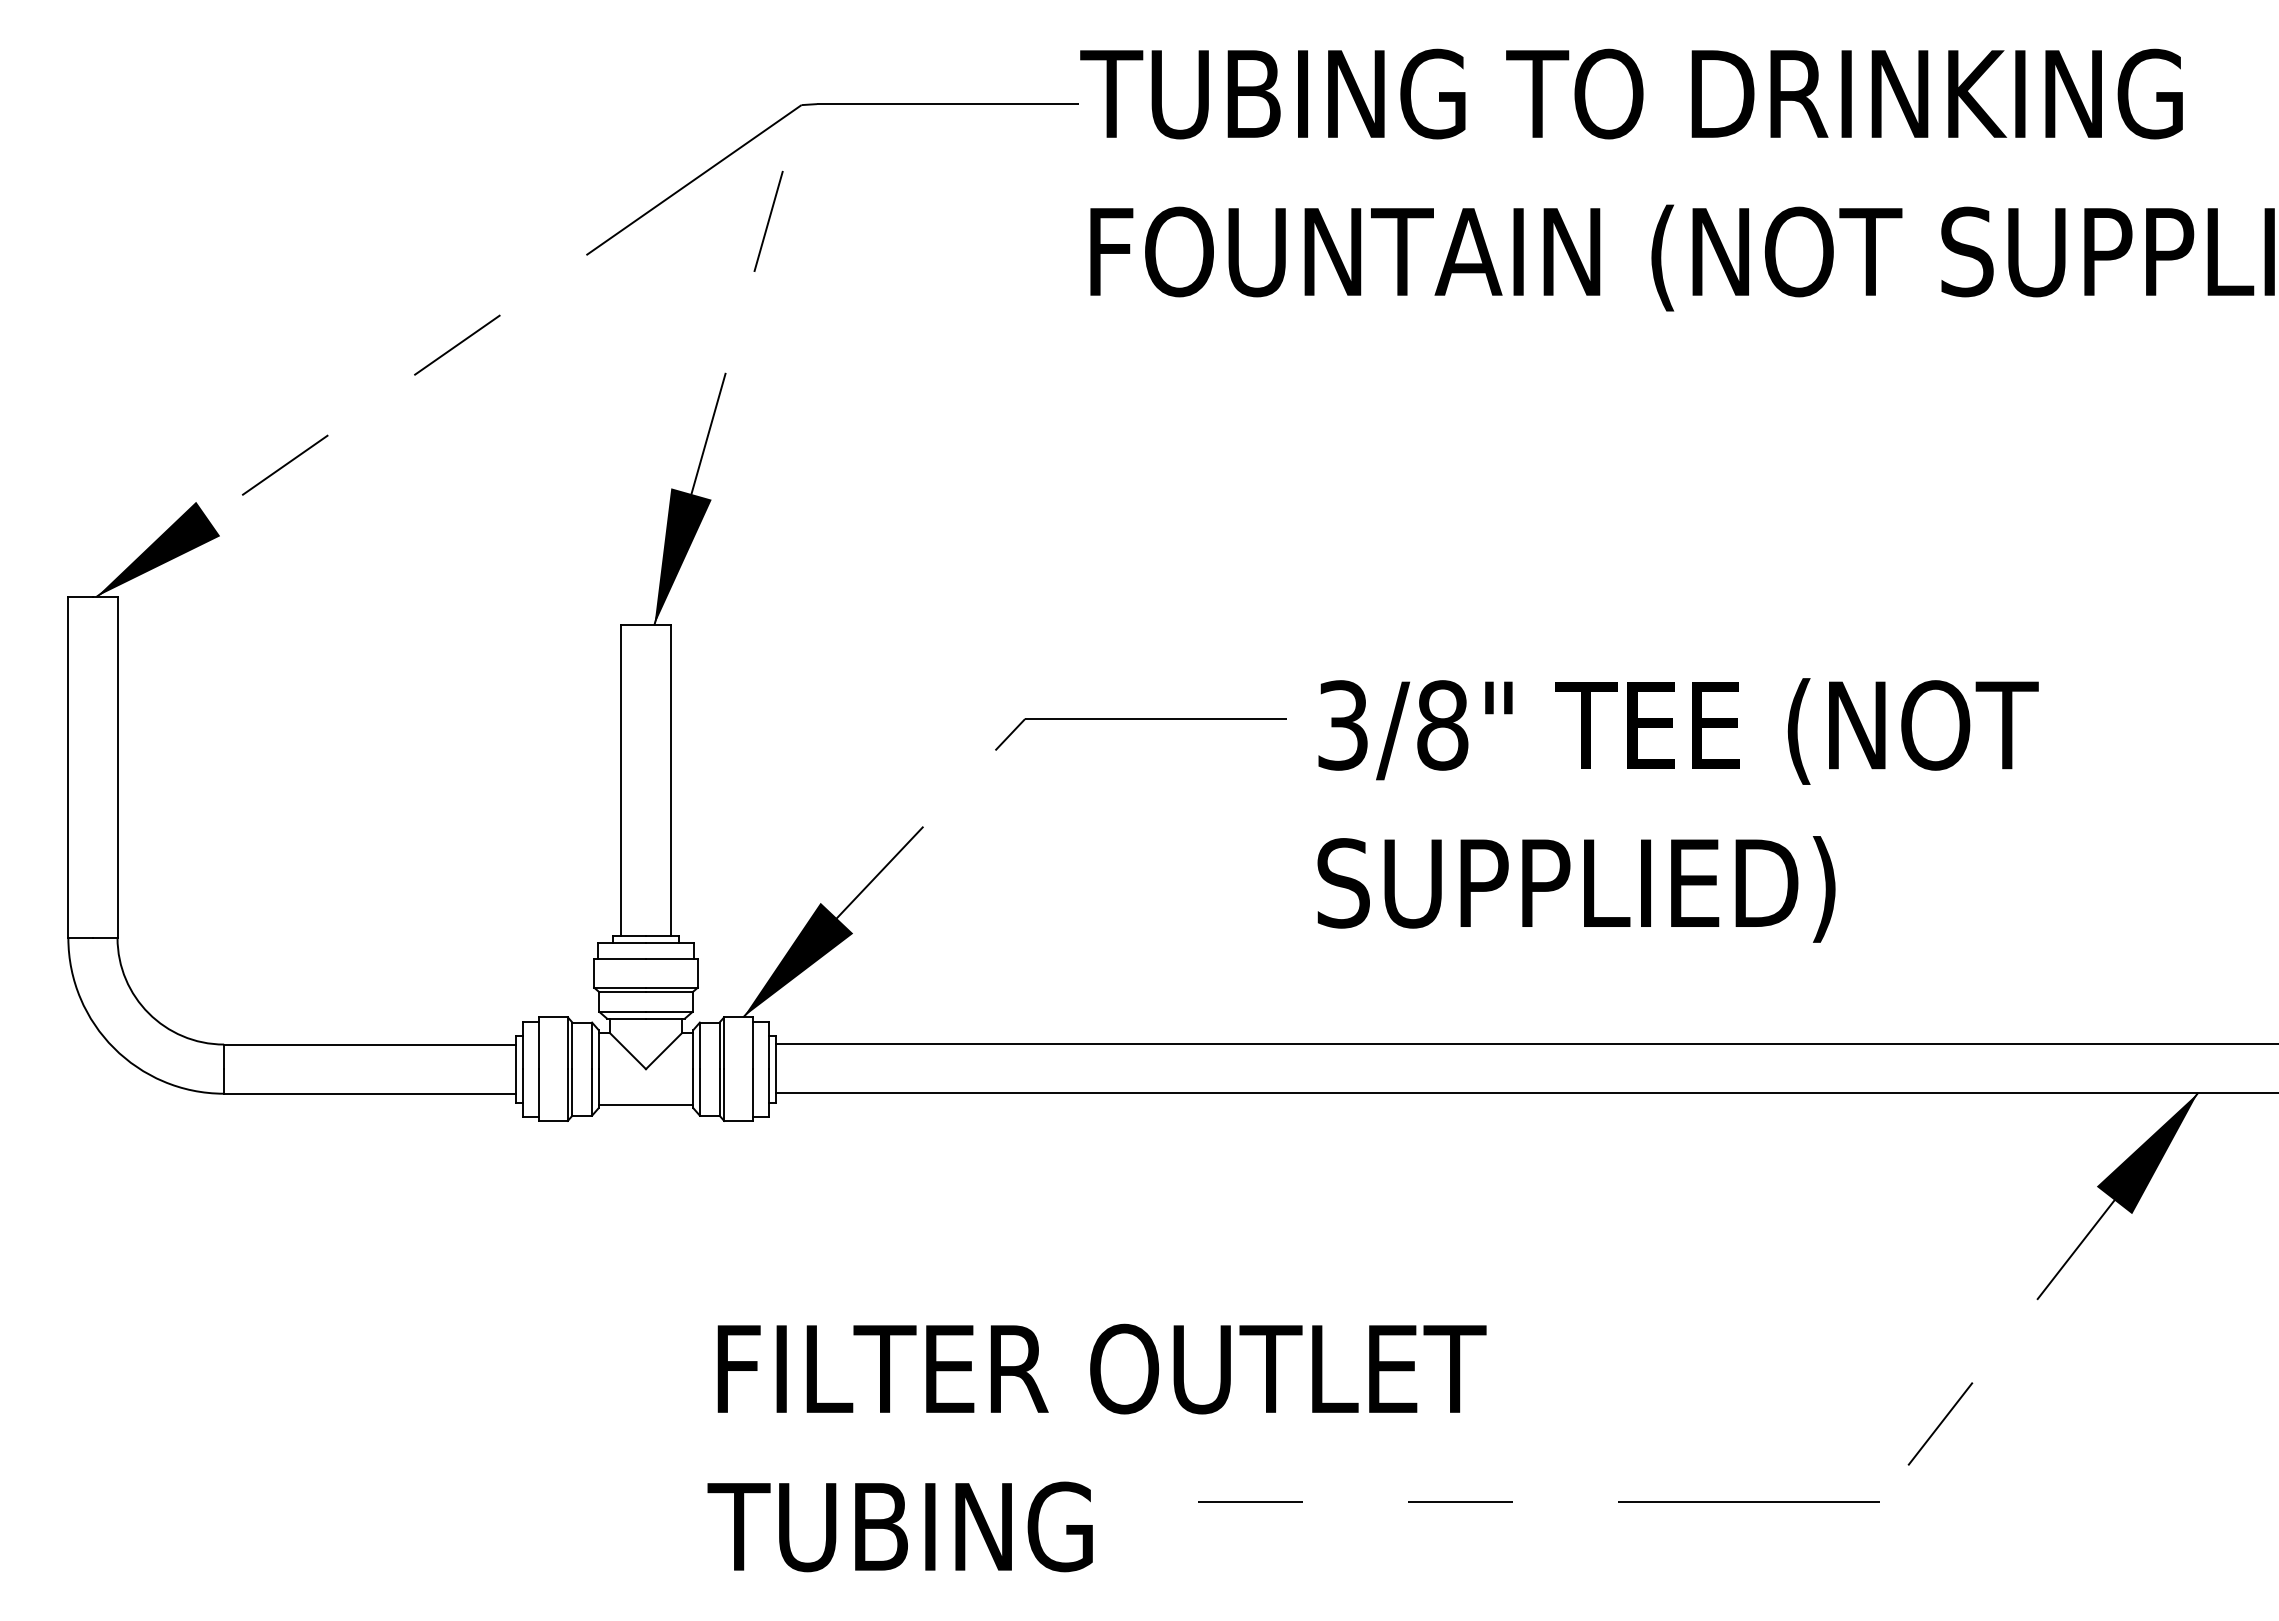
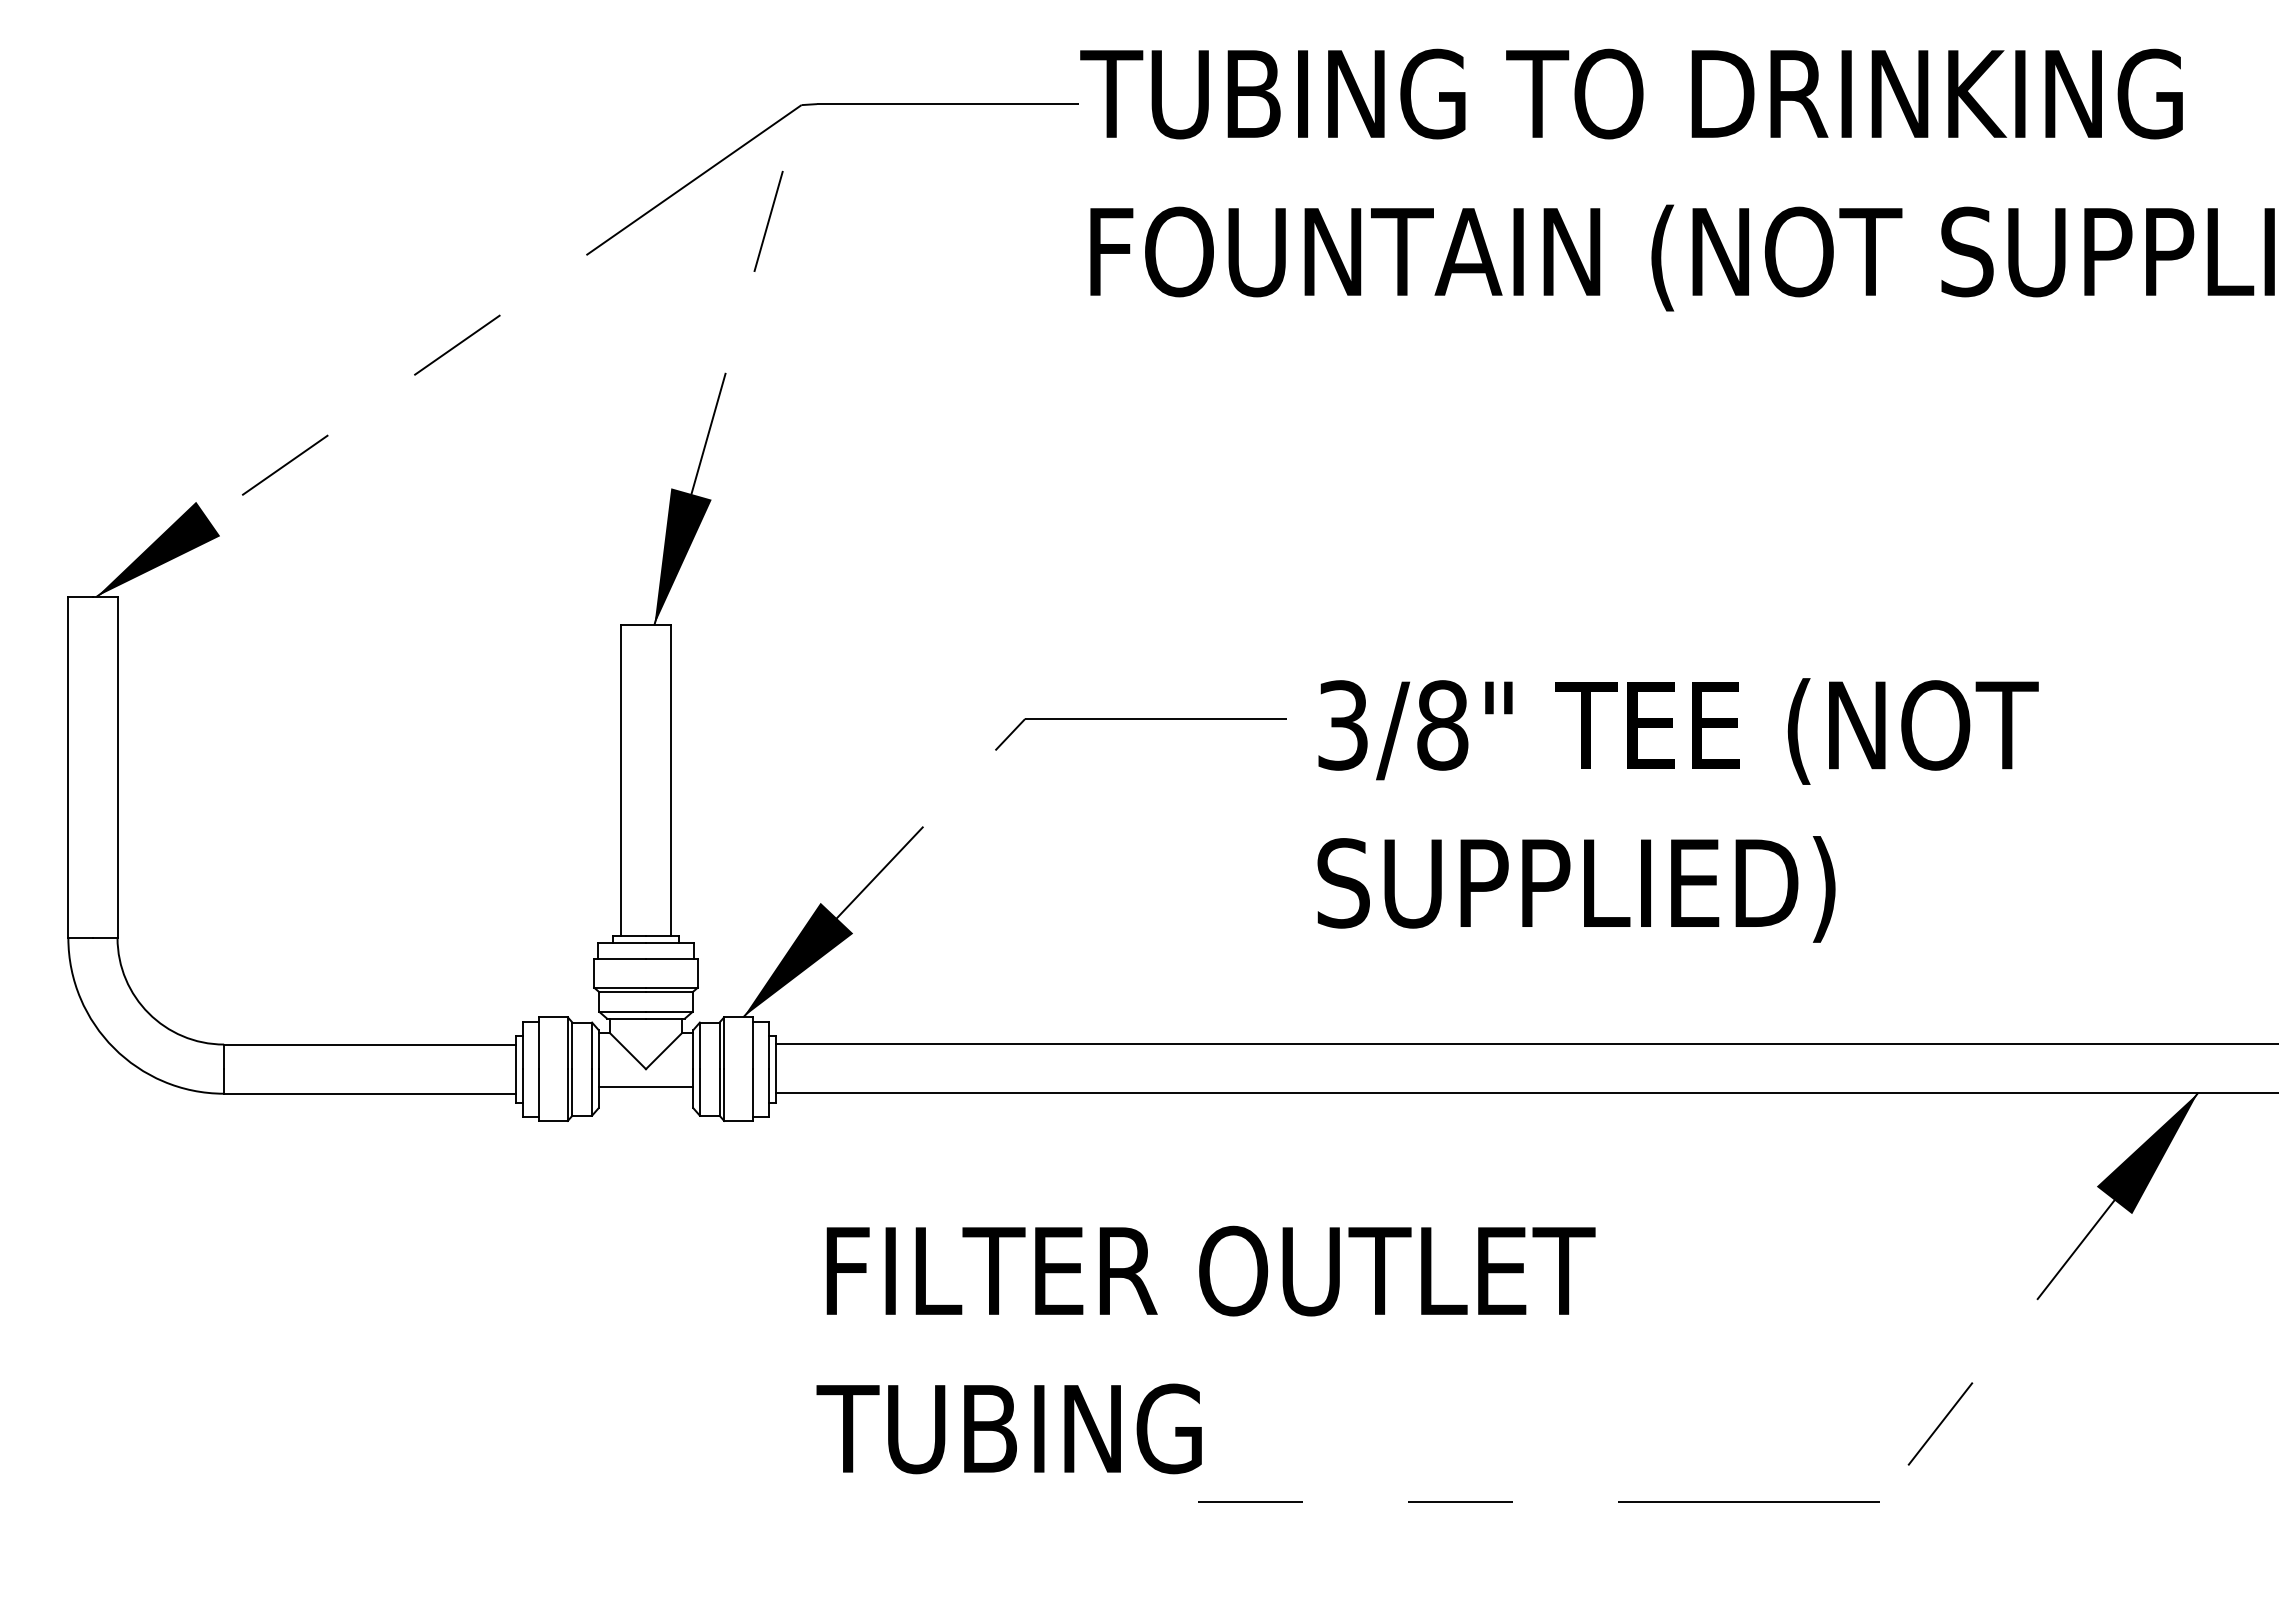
line at (645, 1105) position: (645, 1105) -> (645, 1087)
text at (1096, 1447) position: (1096, 1447) -> (1205, 1349)
